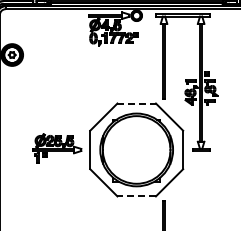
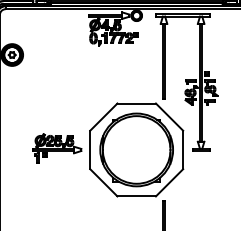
line at (137, 103): dashed -> solid
line at (136, 196): dashed -> solid
